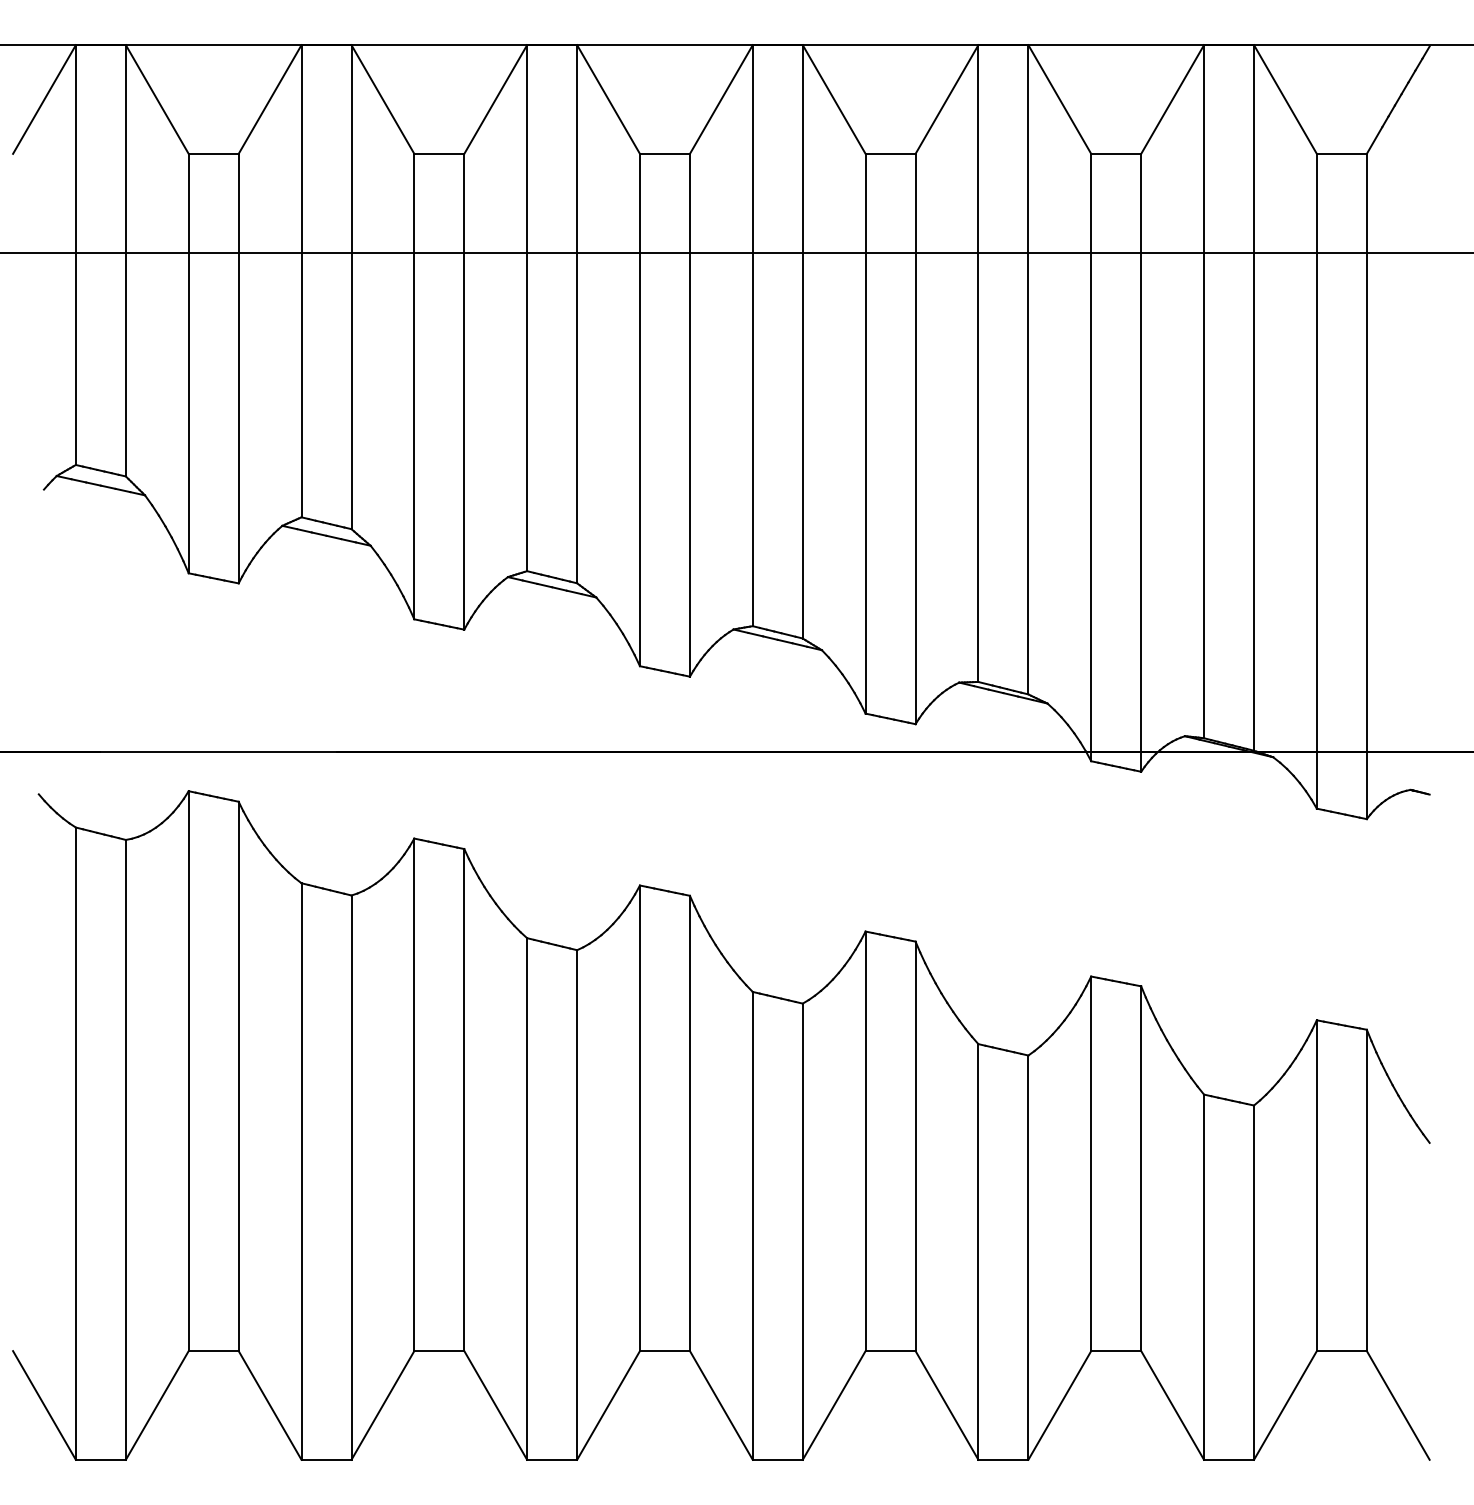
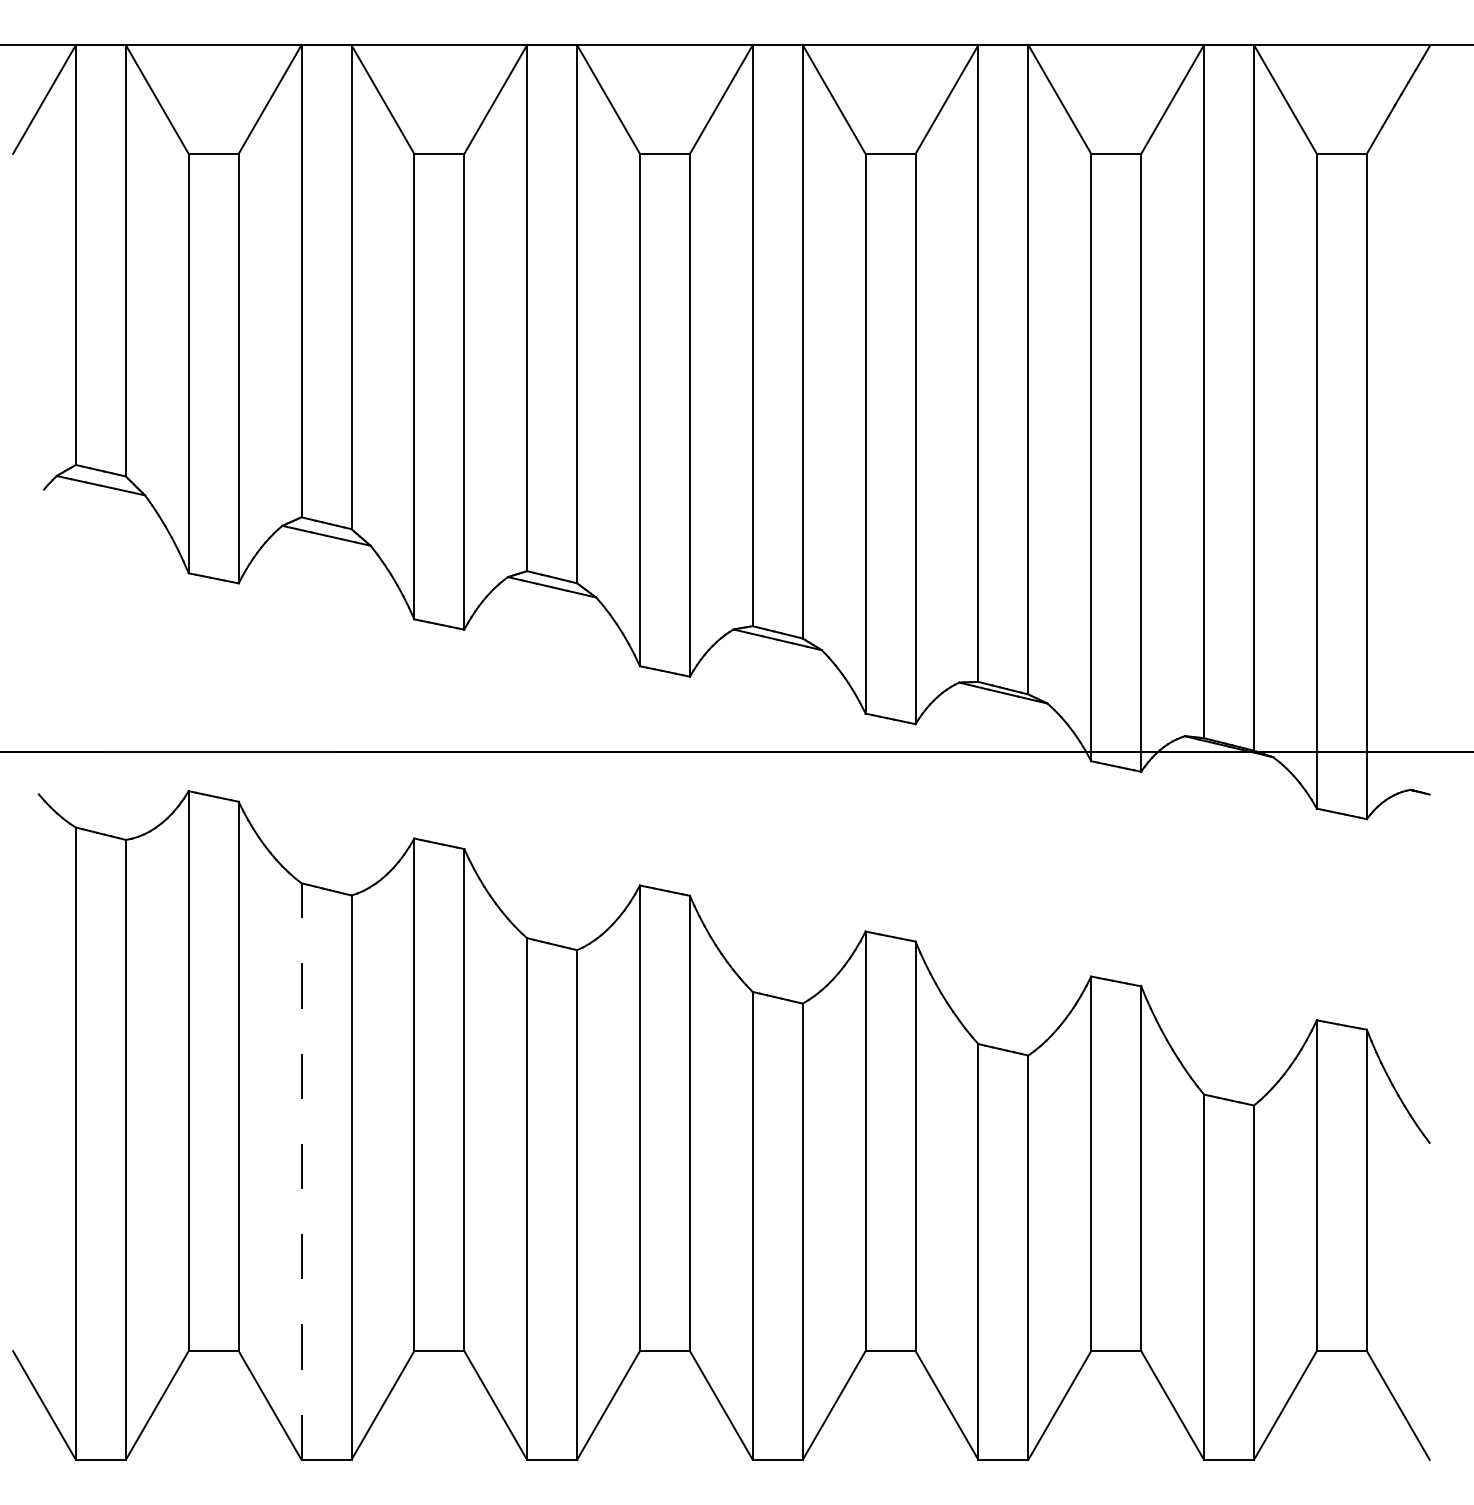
line at (736, 253): present -> none
line at (301, 1171): solid -> dashed
